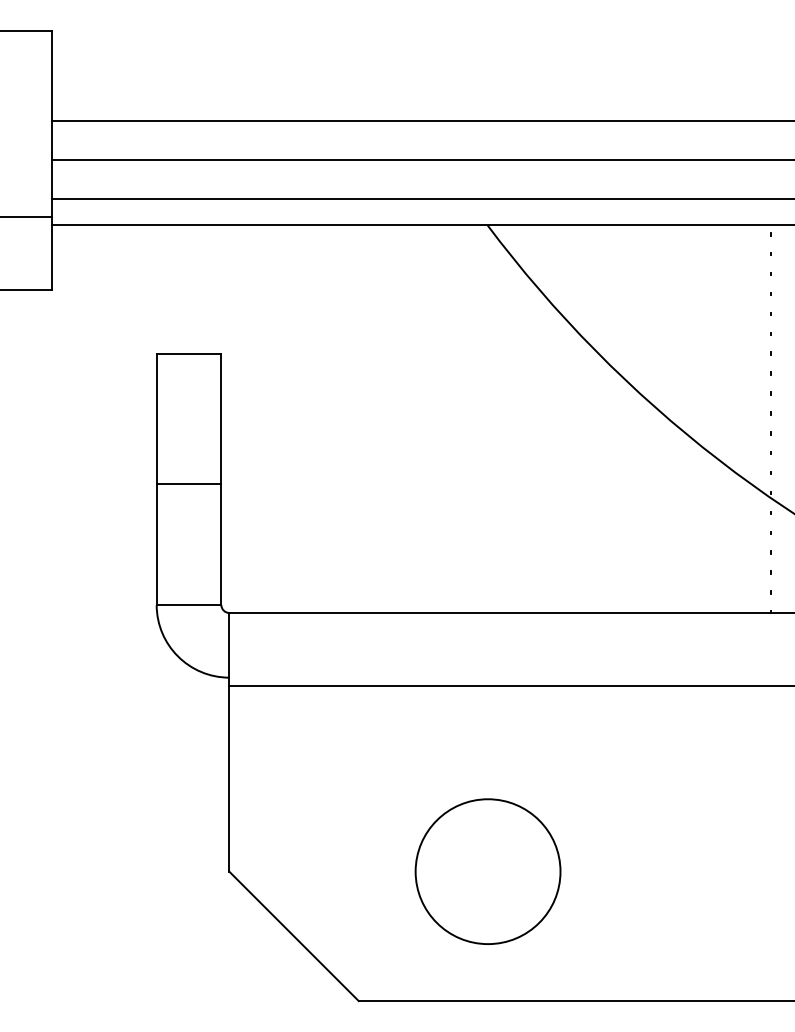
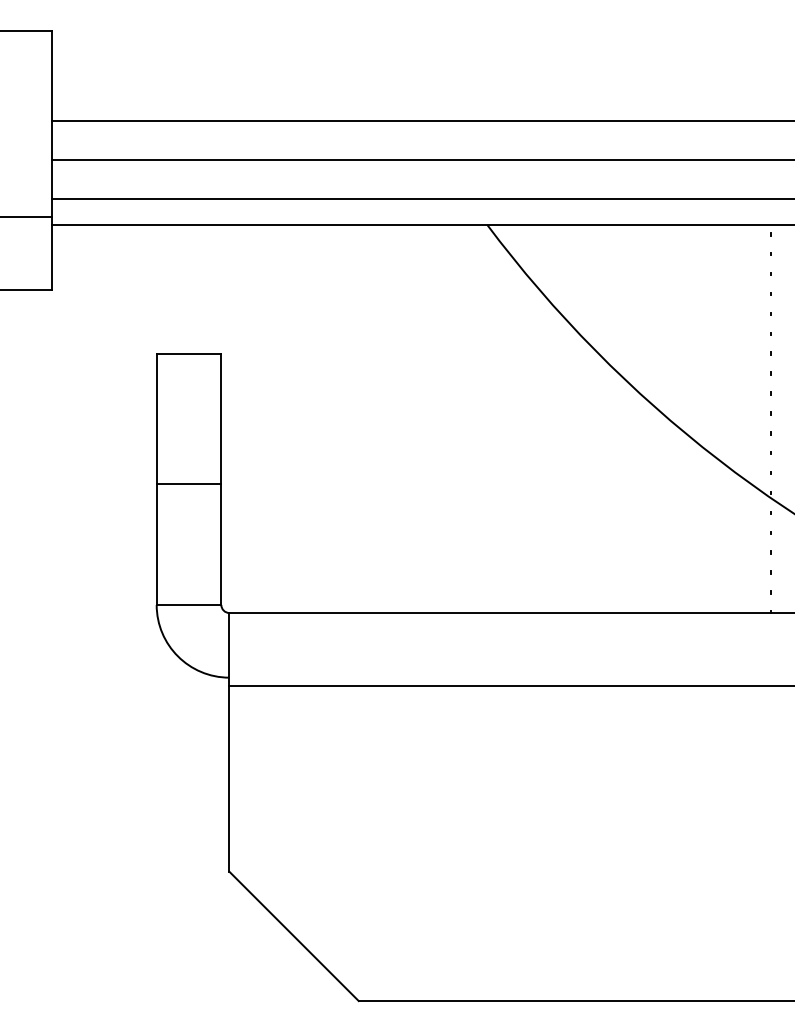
circle at (487, 871): present -> none
